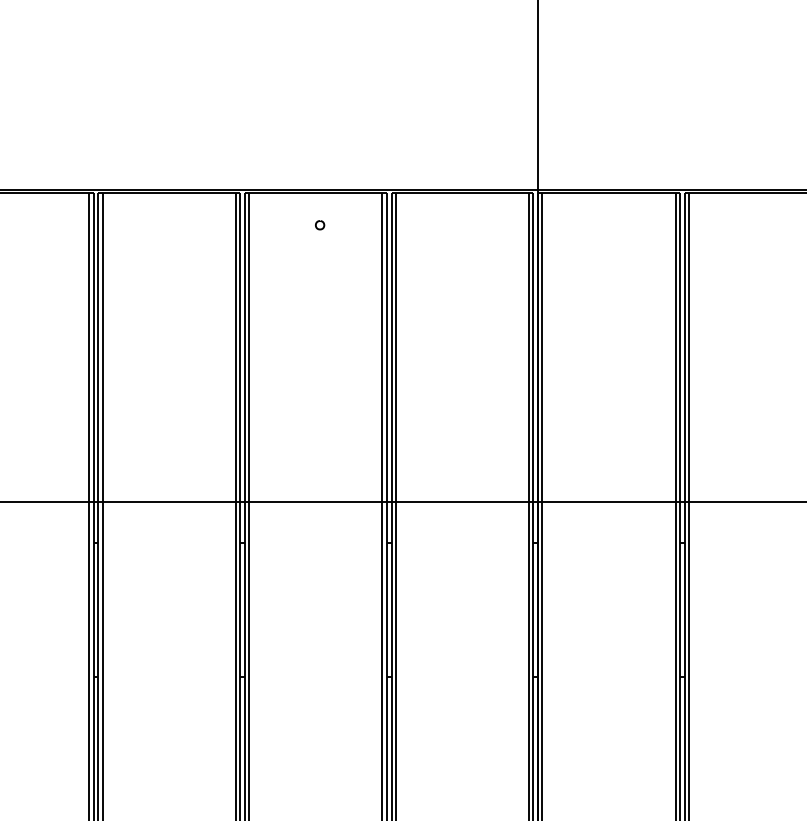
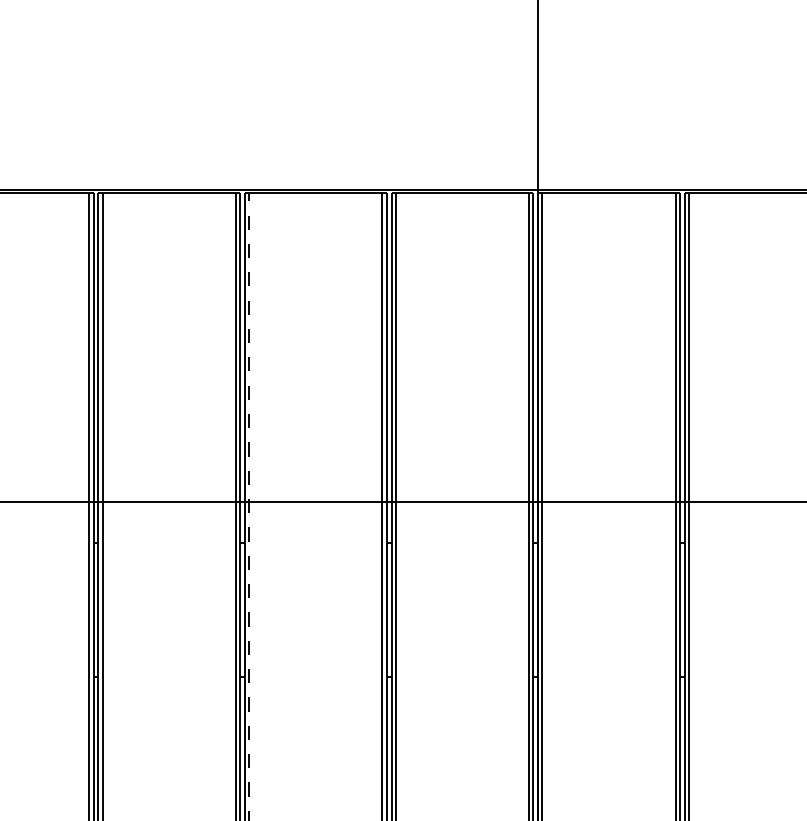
part at (320, 225): present -> none
line at (249, 506): solid -> dashed
